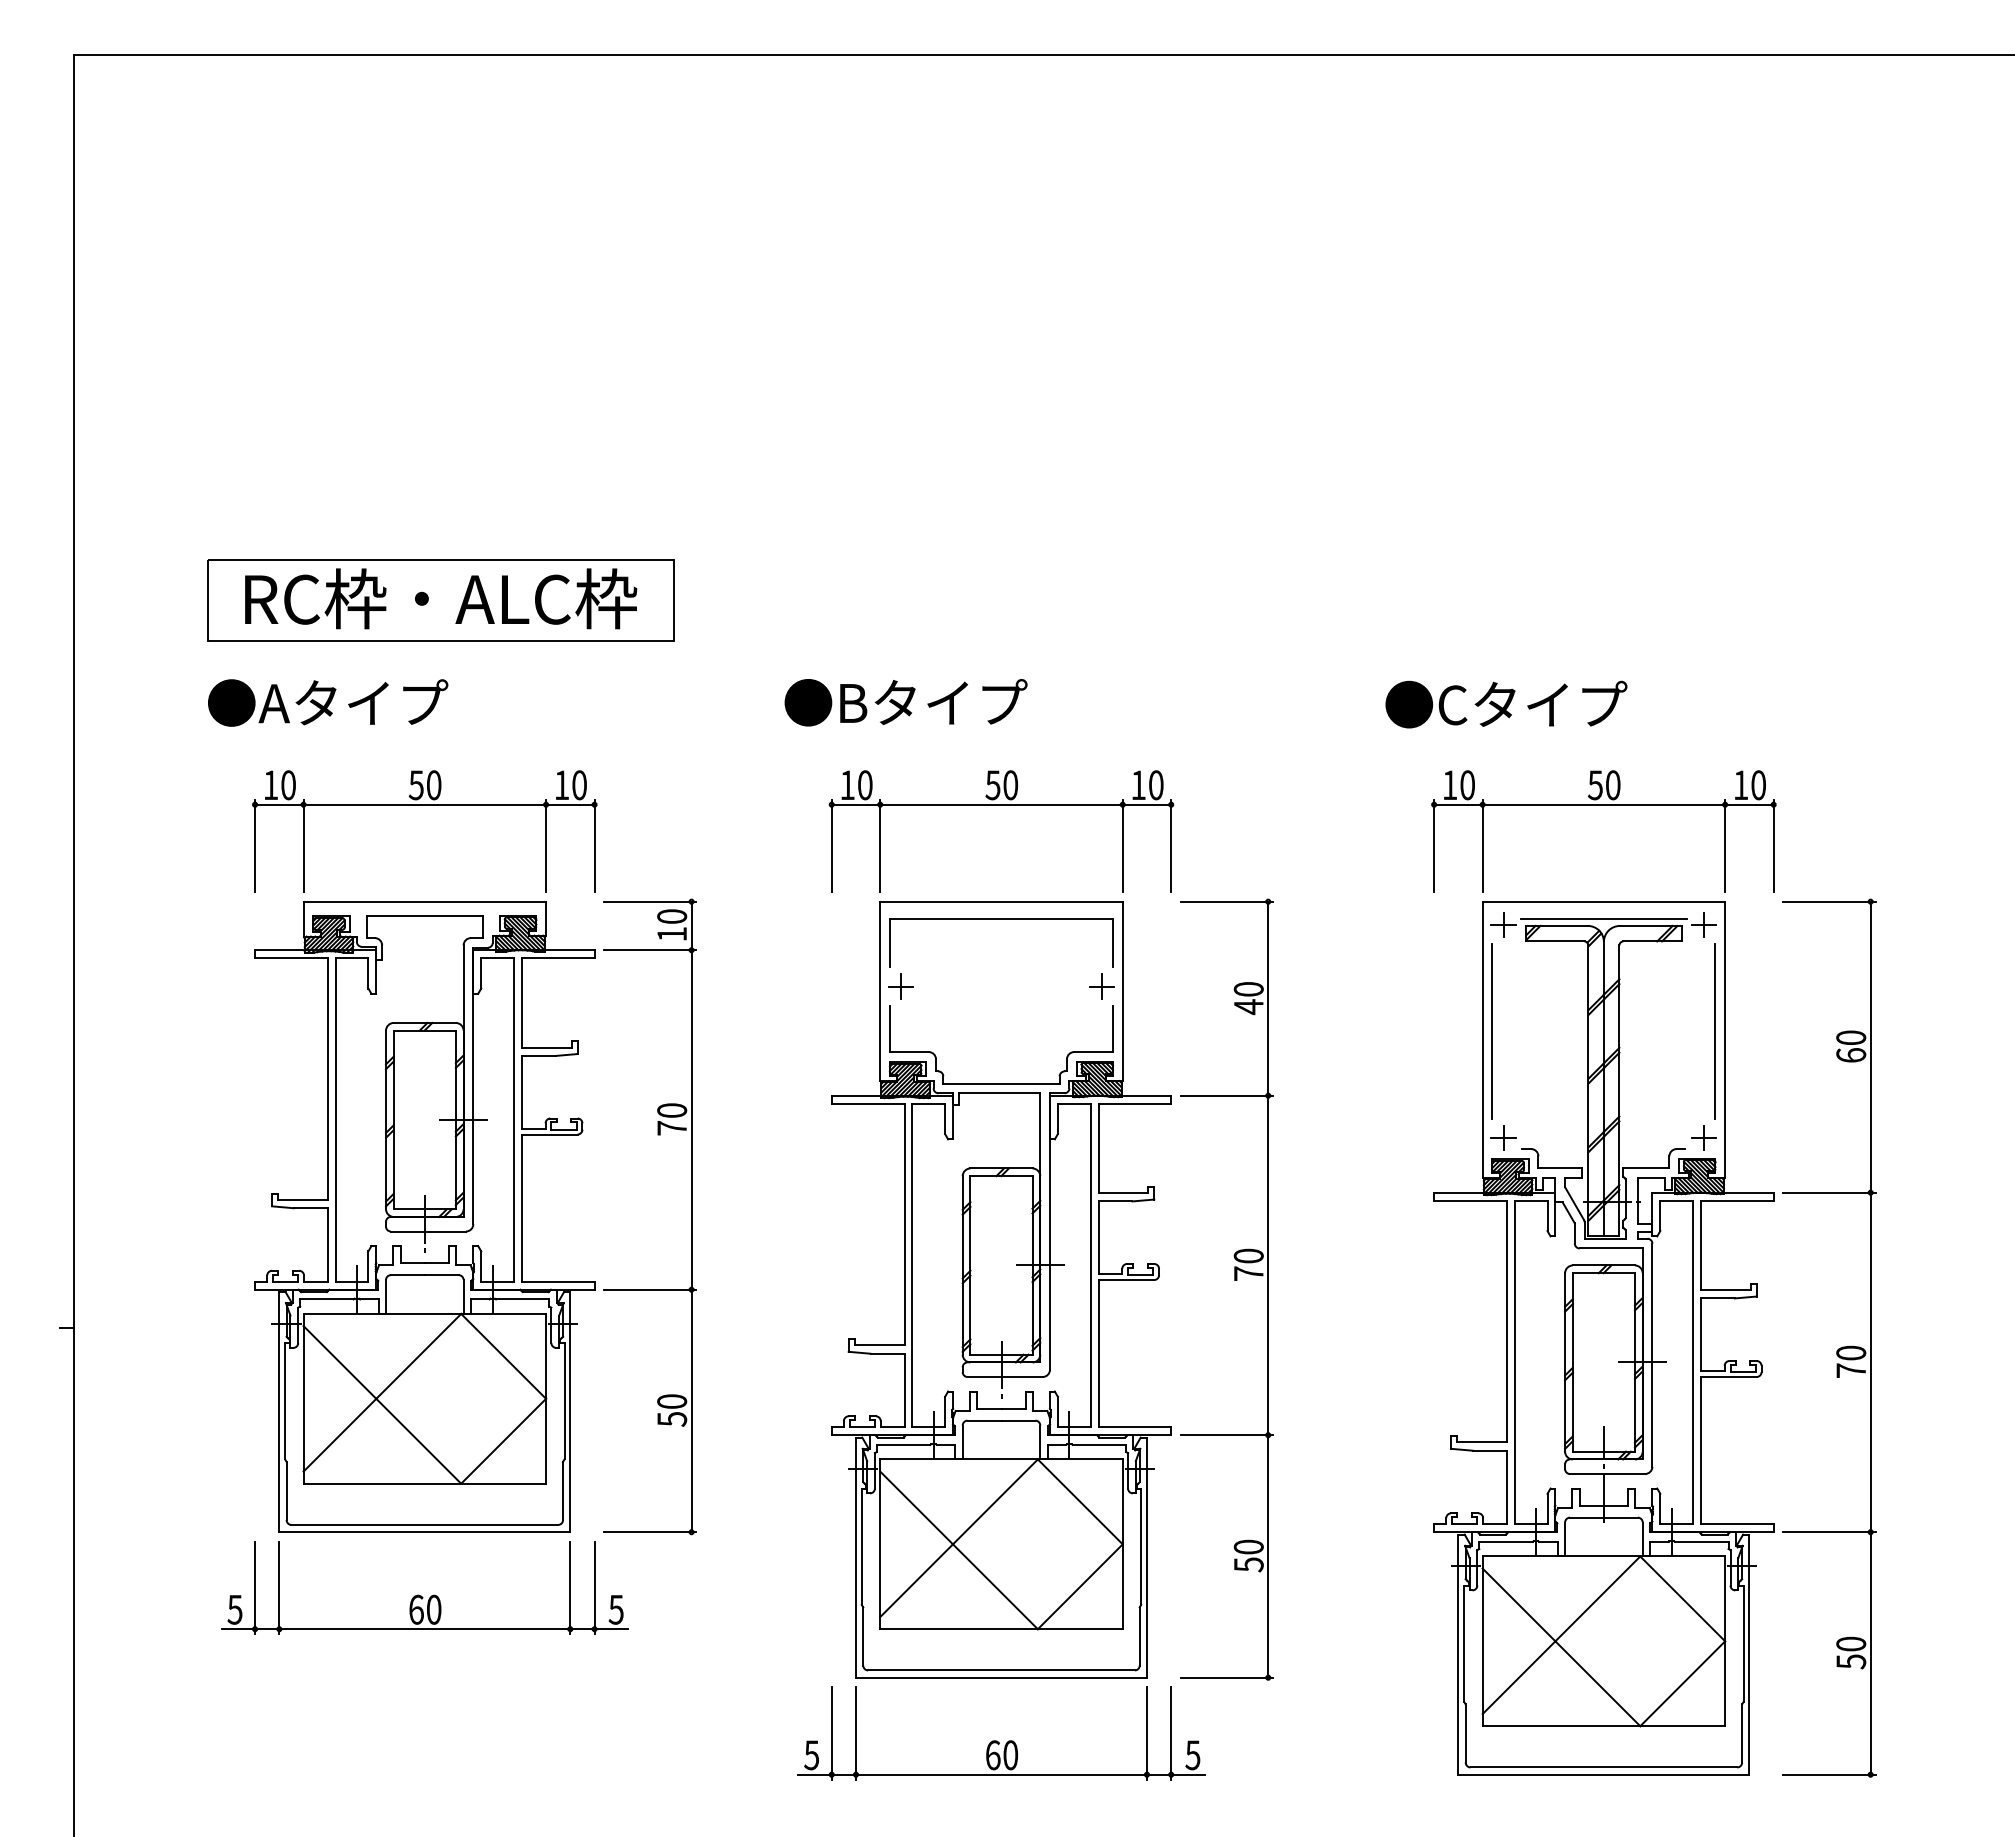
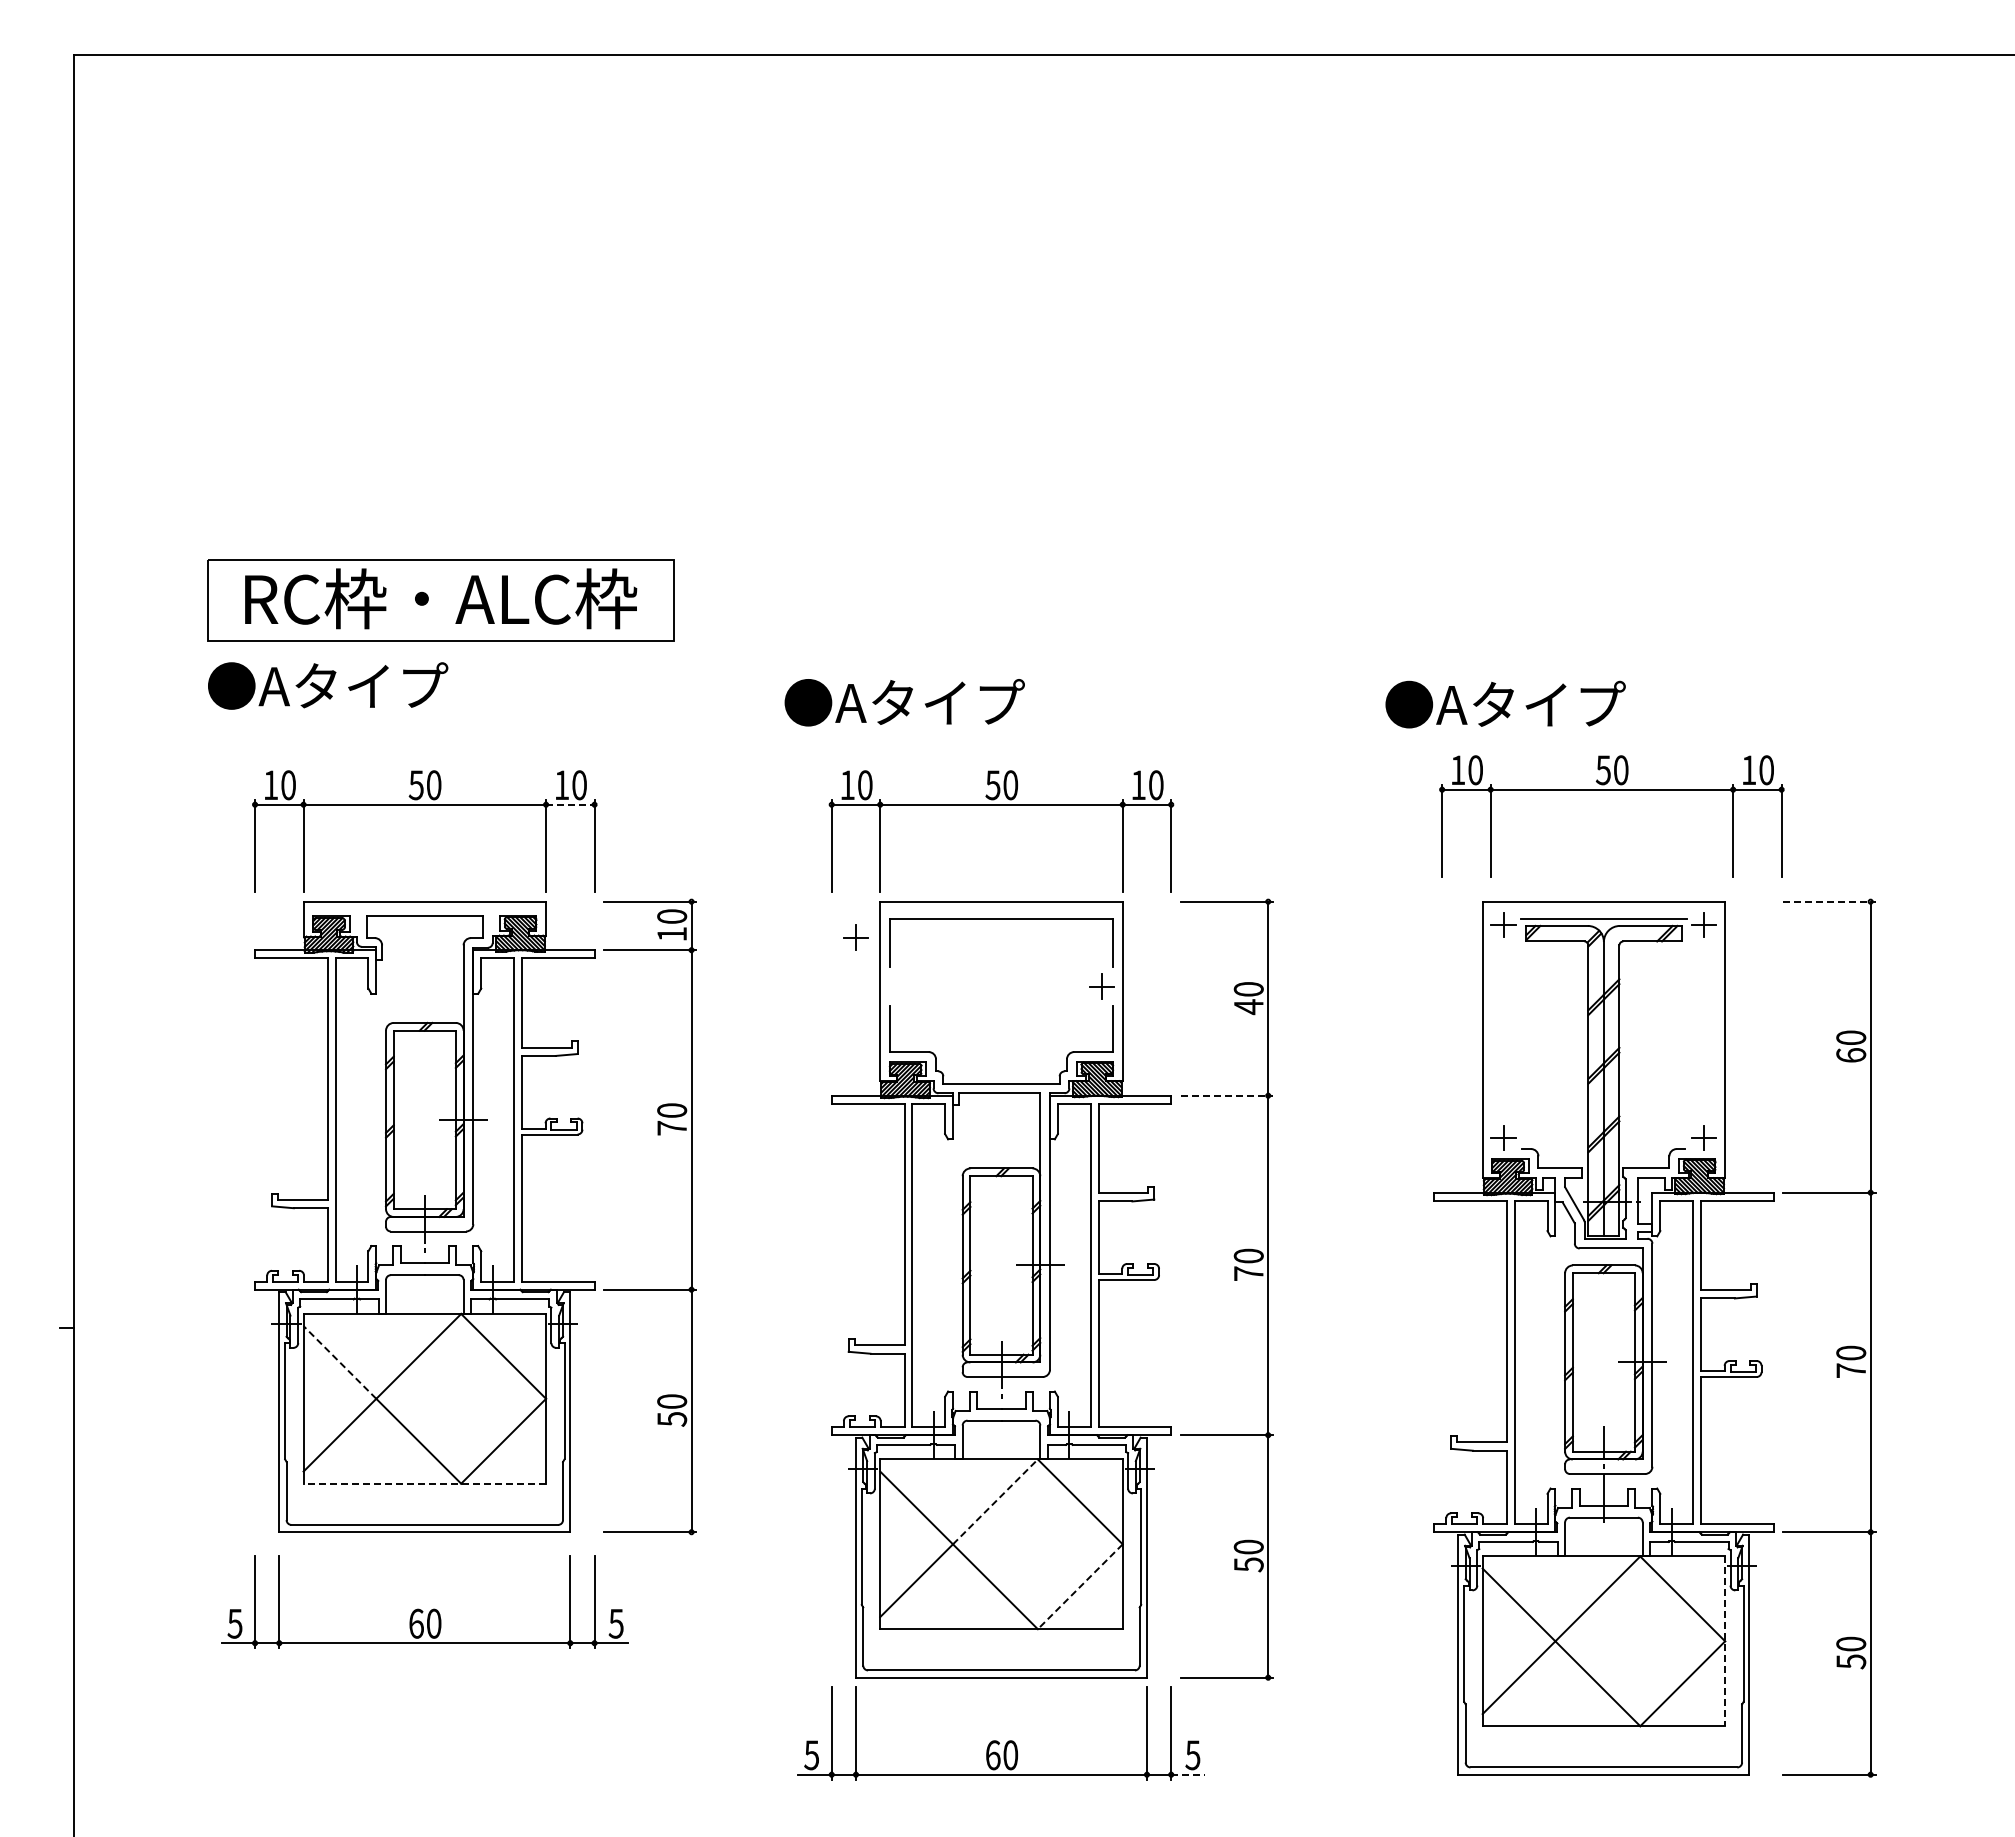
text at (931, 701): ●Bタイプ -> ●Aタイプ
text at (328, 702) position: (328, 702) -> (328, 685)
text at (1531, 703): ●Cタイプ -> ●Aタイプ
line at (570, 804): solid -> dashed
part at (1603, 805) position: (1603, 805) -> (1611, 790)
line at (1829, 901): solid -> dashed
part at (900, 986) position: (900, 986) -> (855, 937)
line at (1492, 1031): present -> none
line at (1715, 1031): present -> none
line at (1227, 1095): solid -> dashed
line at (339, 1362): solid -> dashed
line at (424, 1483): solid -> dashed
line at (995, 1501): solid -> dashed
line at (1079, 1587): solid -> dashed
part at (421, 1595) position: (421, 1595) -> (421, 1609)
line at (1725, 1641): solid -> dashed
line at (1187, 1774): solid -> dashed
